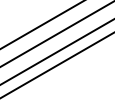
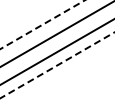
line at (42, 24): solid -> dashed
line at (57, 65): solid -> dashed
